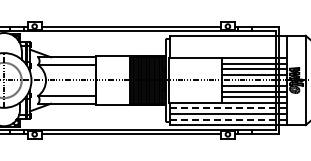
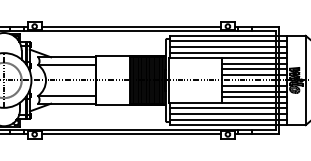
line at (228, 41): none -> present
line at (228, 46): none -> present
line at (228, 52): none -> present
line at (228, 108): dashed -> solid
line at (228, 119): dashed -> solid
